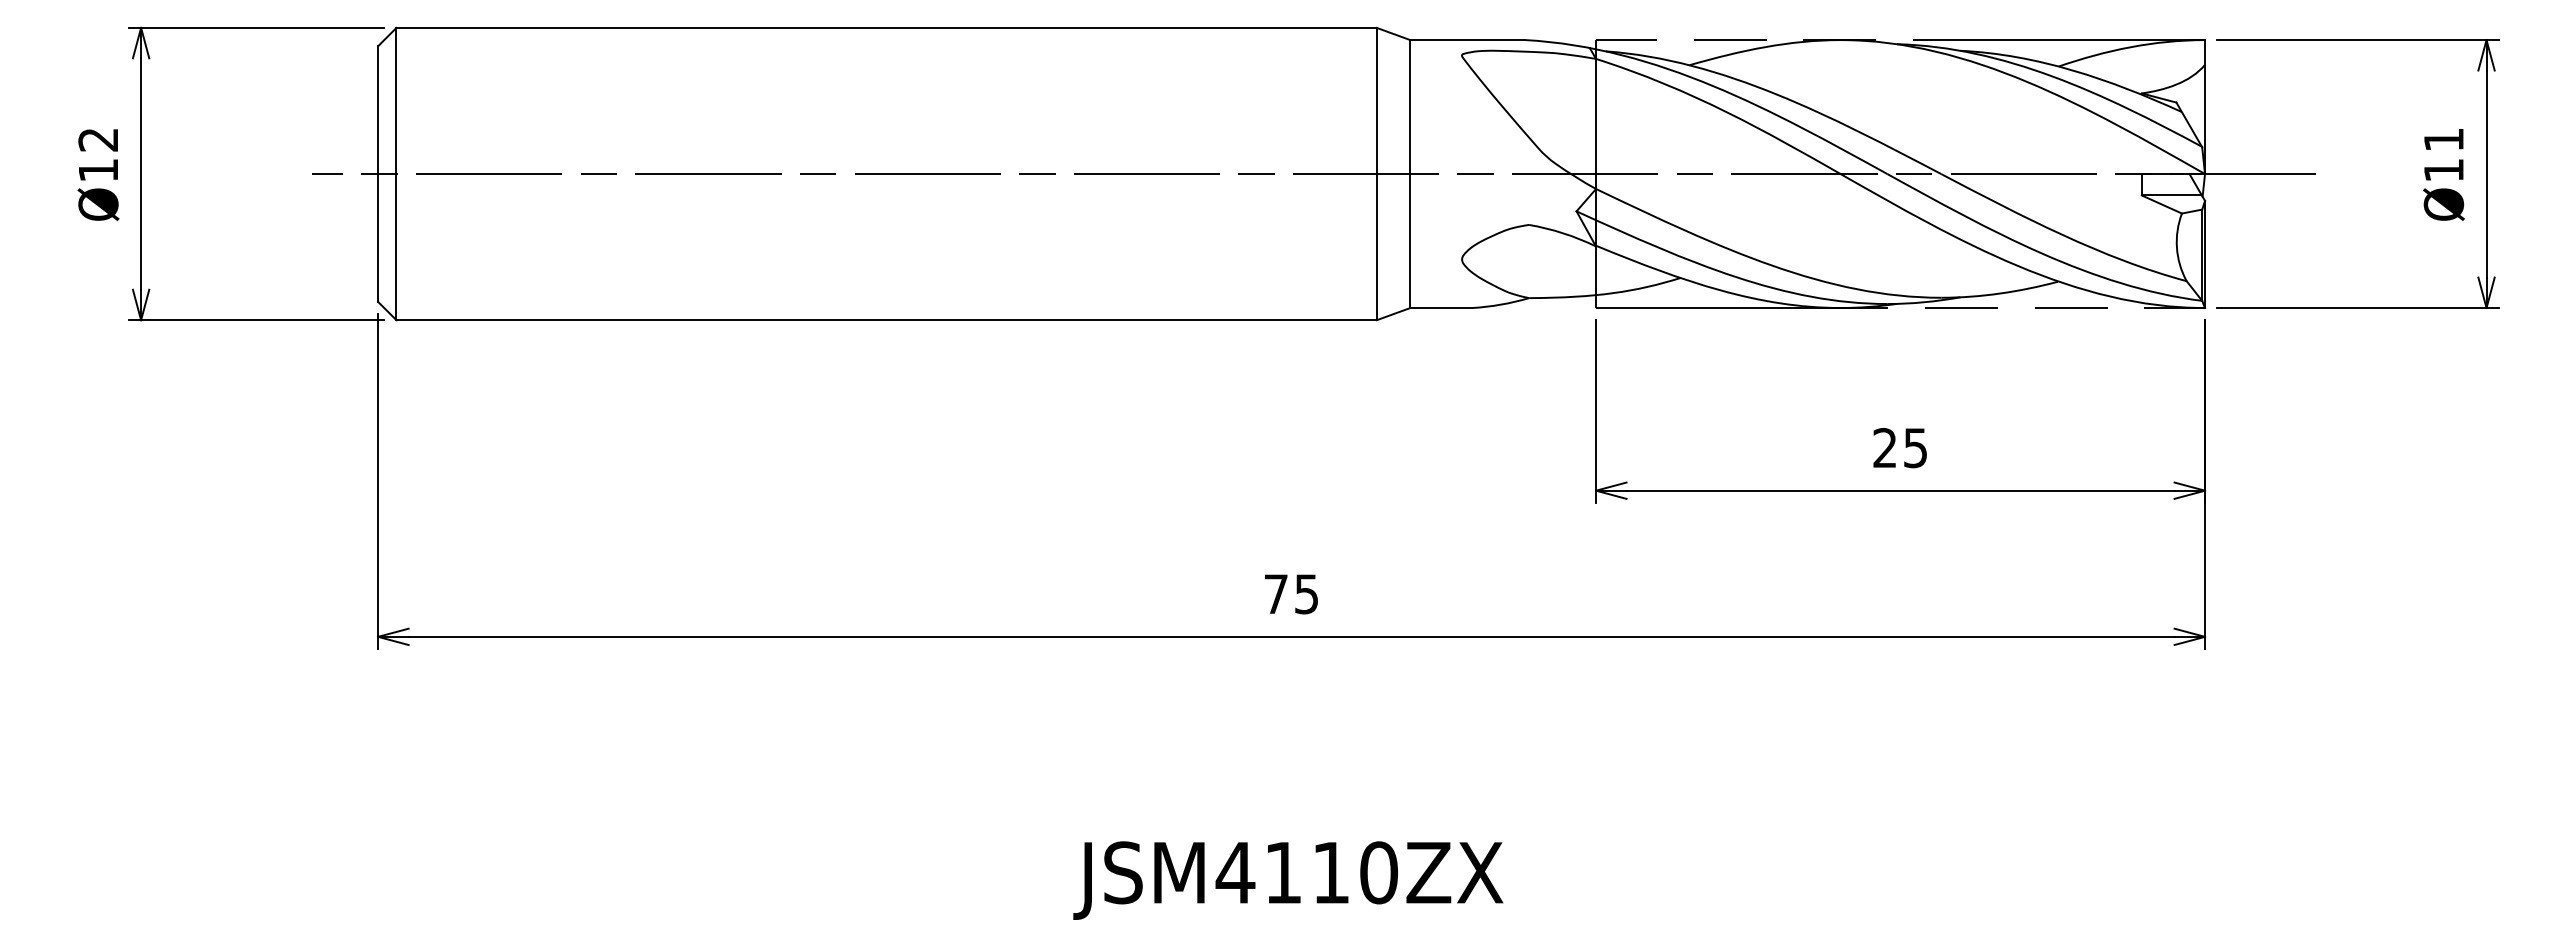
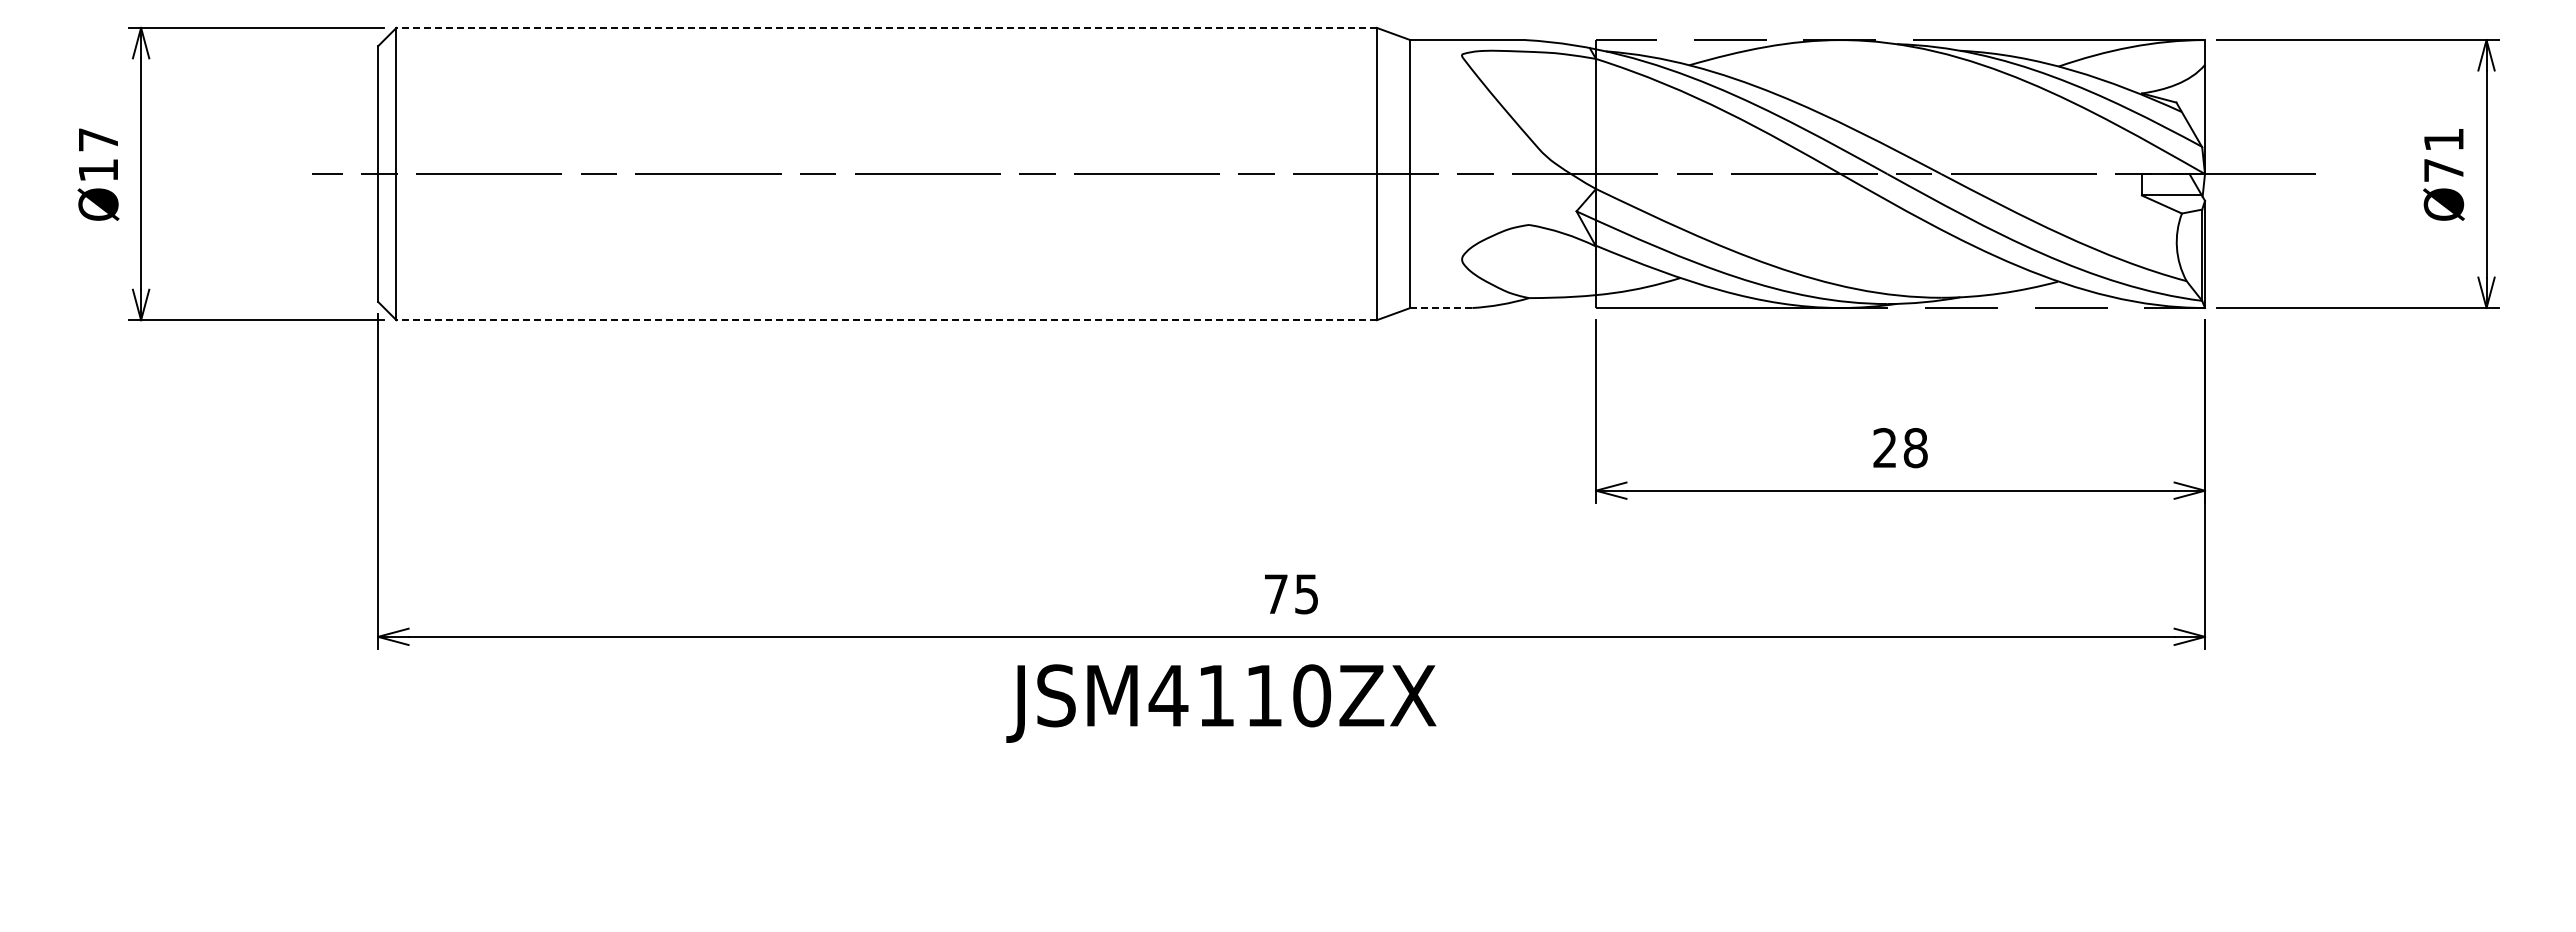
line at (886, 27): solid -> dashed
text at (97, 139): Ø12 -> Ø17
text at (2443, 170): Ø11 -> Ø71
line at (1440, 308): solid -> dashed
line at (886, 320): solid -> dashed
text at (1915, 448): 25 -> 28
text at (1288, 880) position: (1288, 880) -> (1221, 703)
